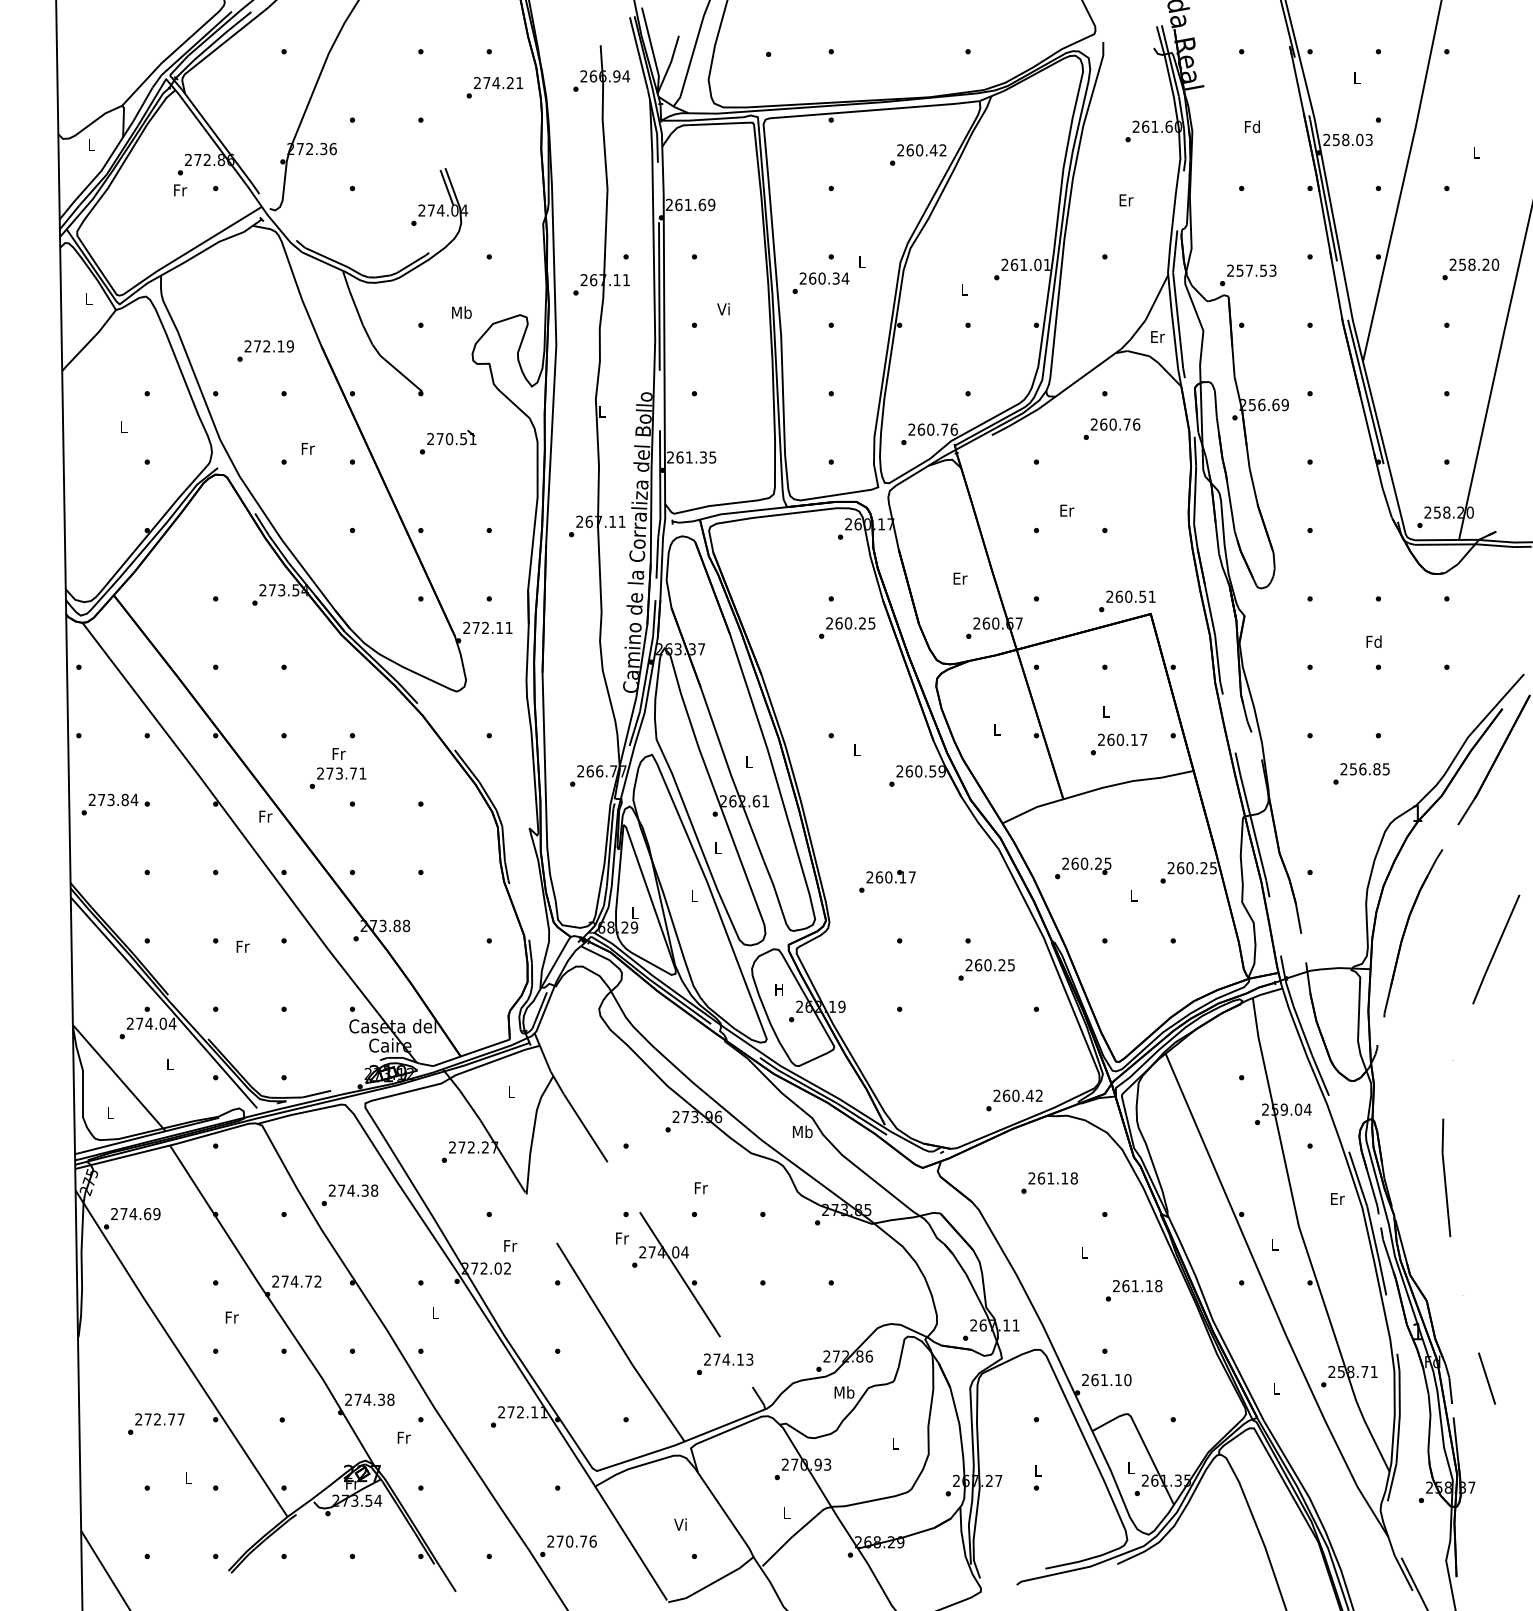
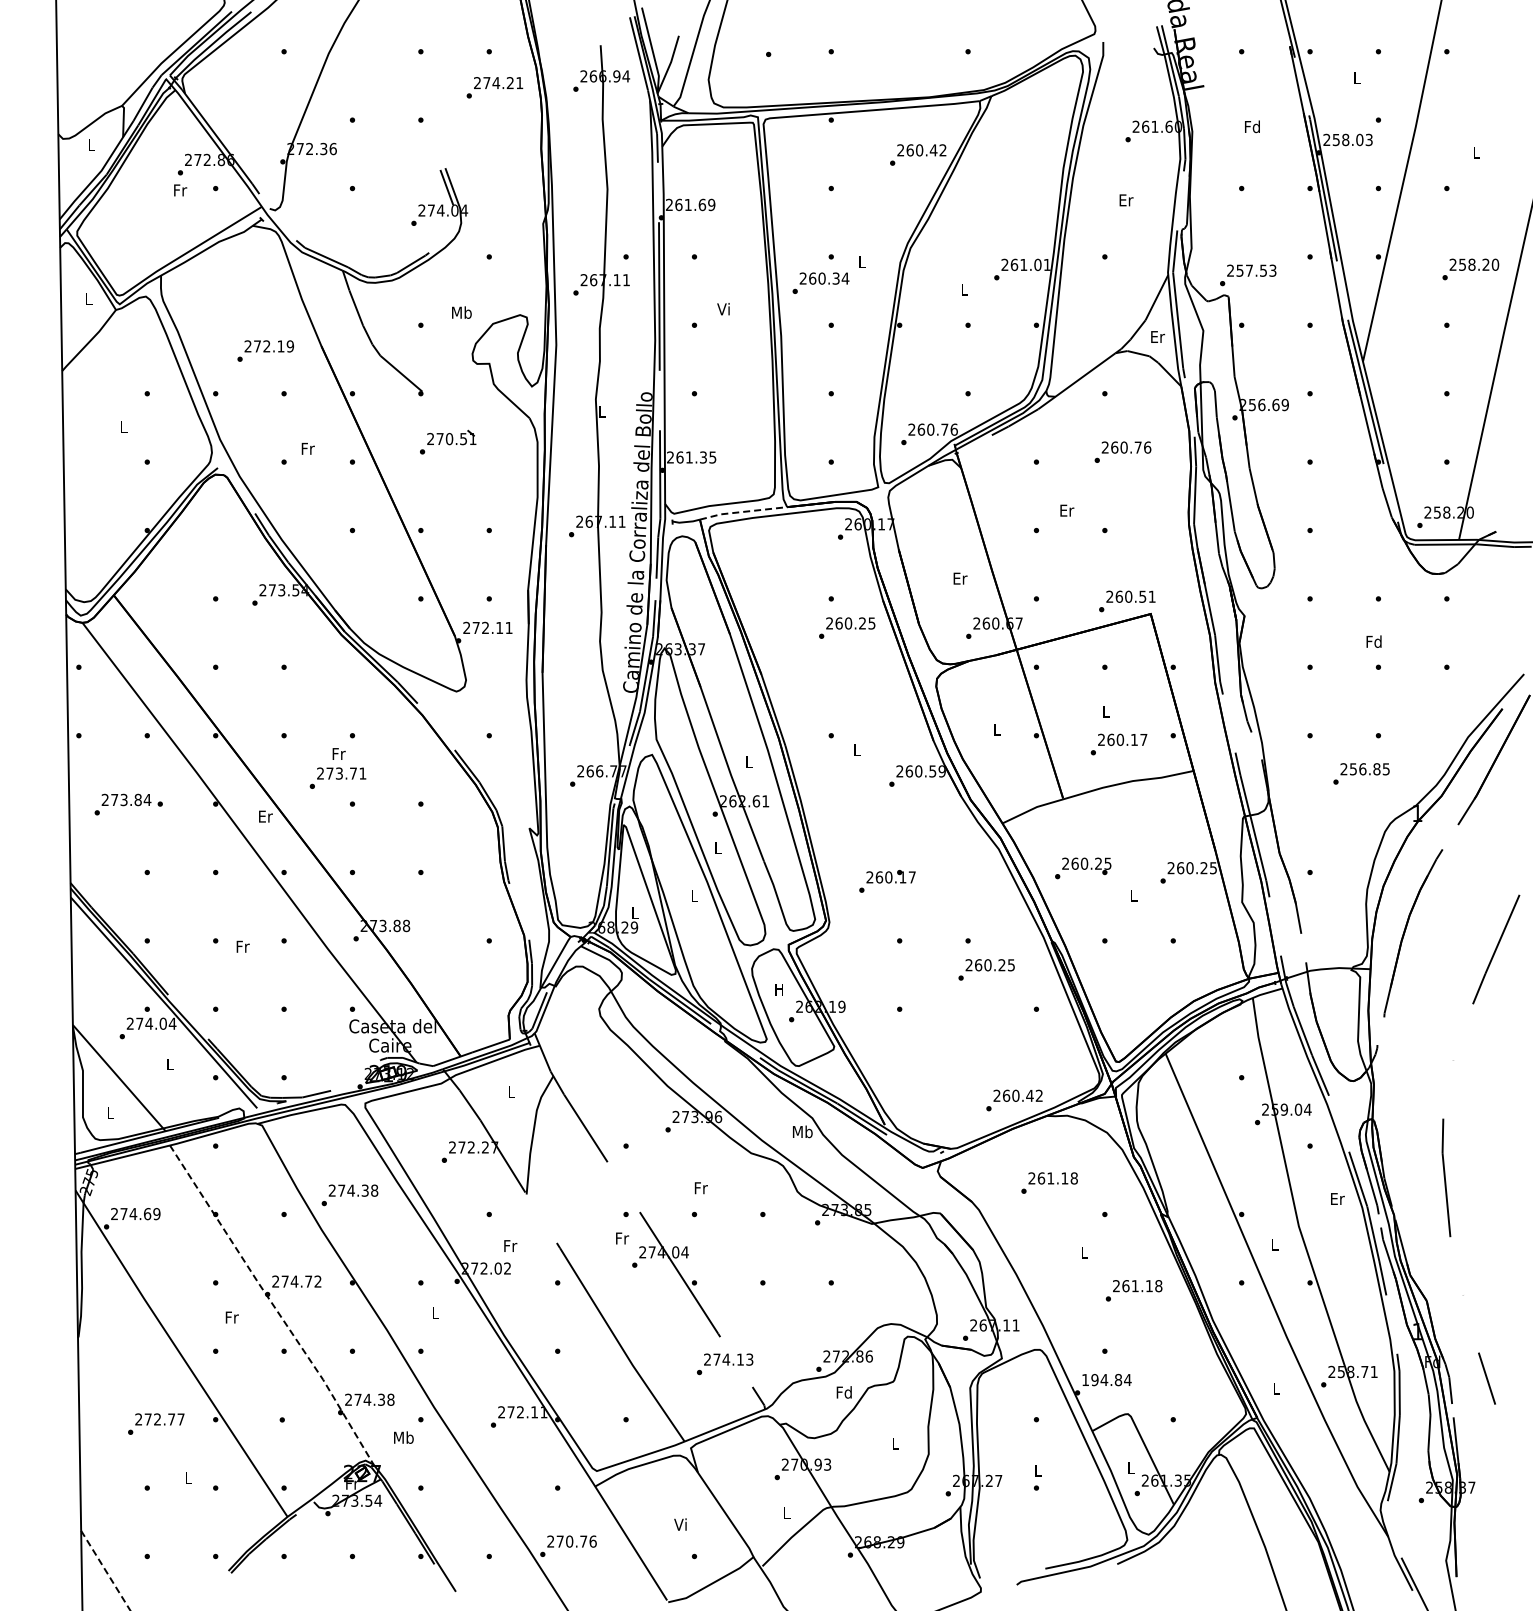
text at (1111, 428) position: (1111, 428) -> (1122, 451)
line at (742, 512): solid -> dashed
text at (115, 804) position: (115, 804) -> (128, 804)
text at (265, 816): Fr -> Er
line at (272, 1304): solid -> dashed
text at (1106, 1379): 261.10 -> 194.84
text at (844, 1392): Mb -> Fd
text at (403, 1437): Fr -> Mb
line at (105, 1570): solid -> dashed
